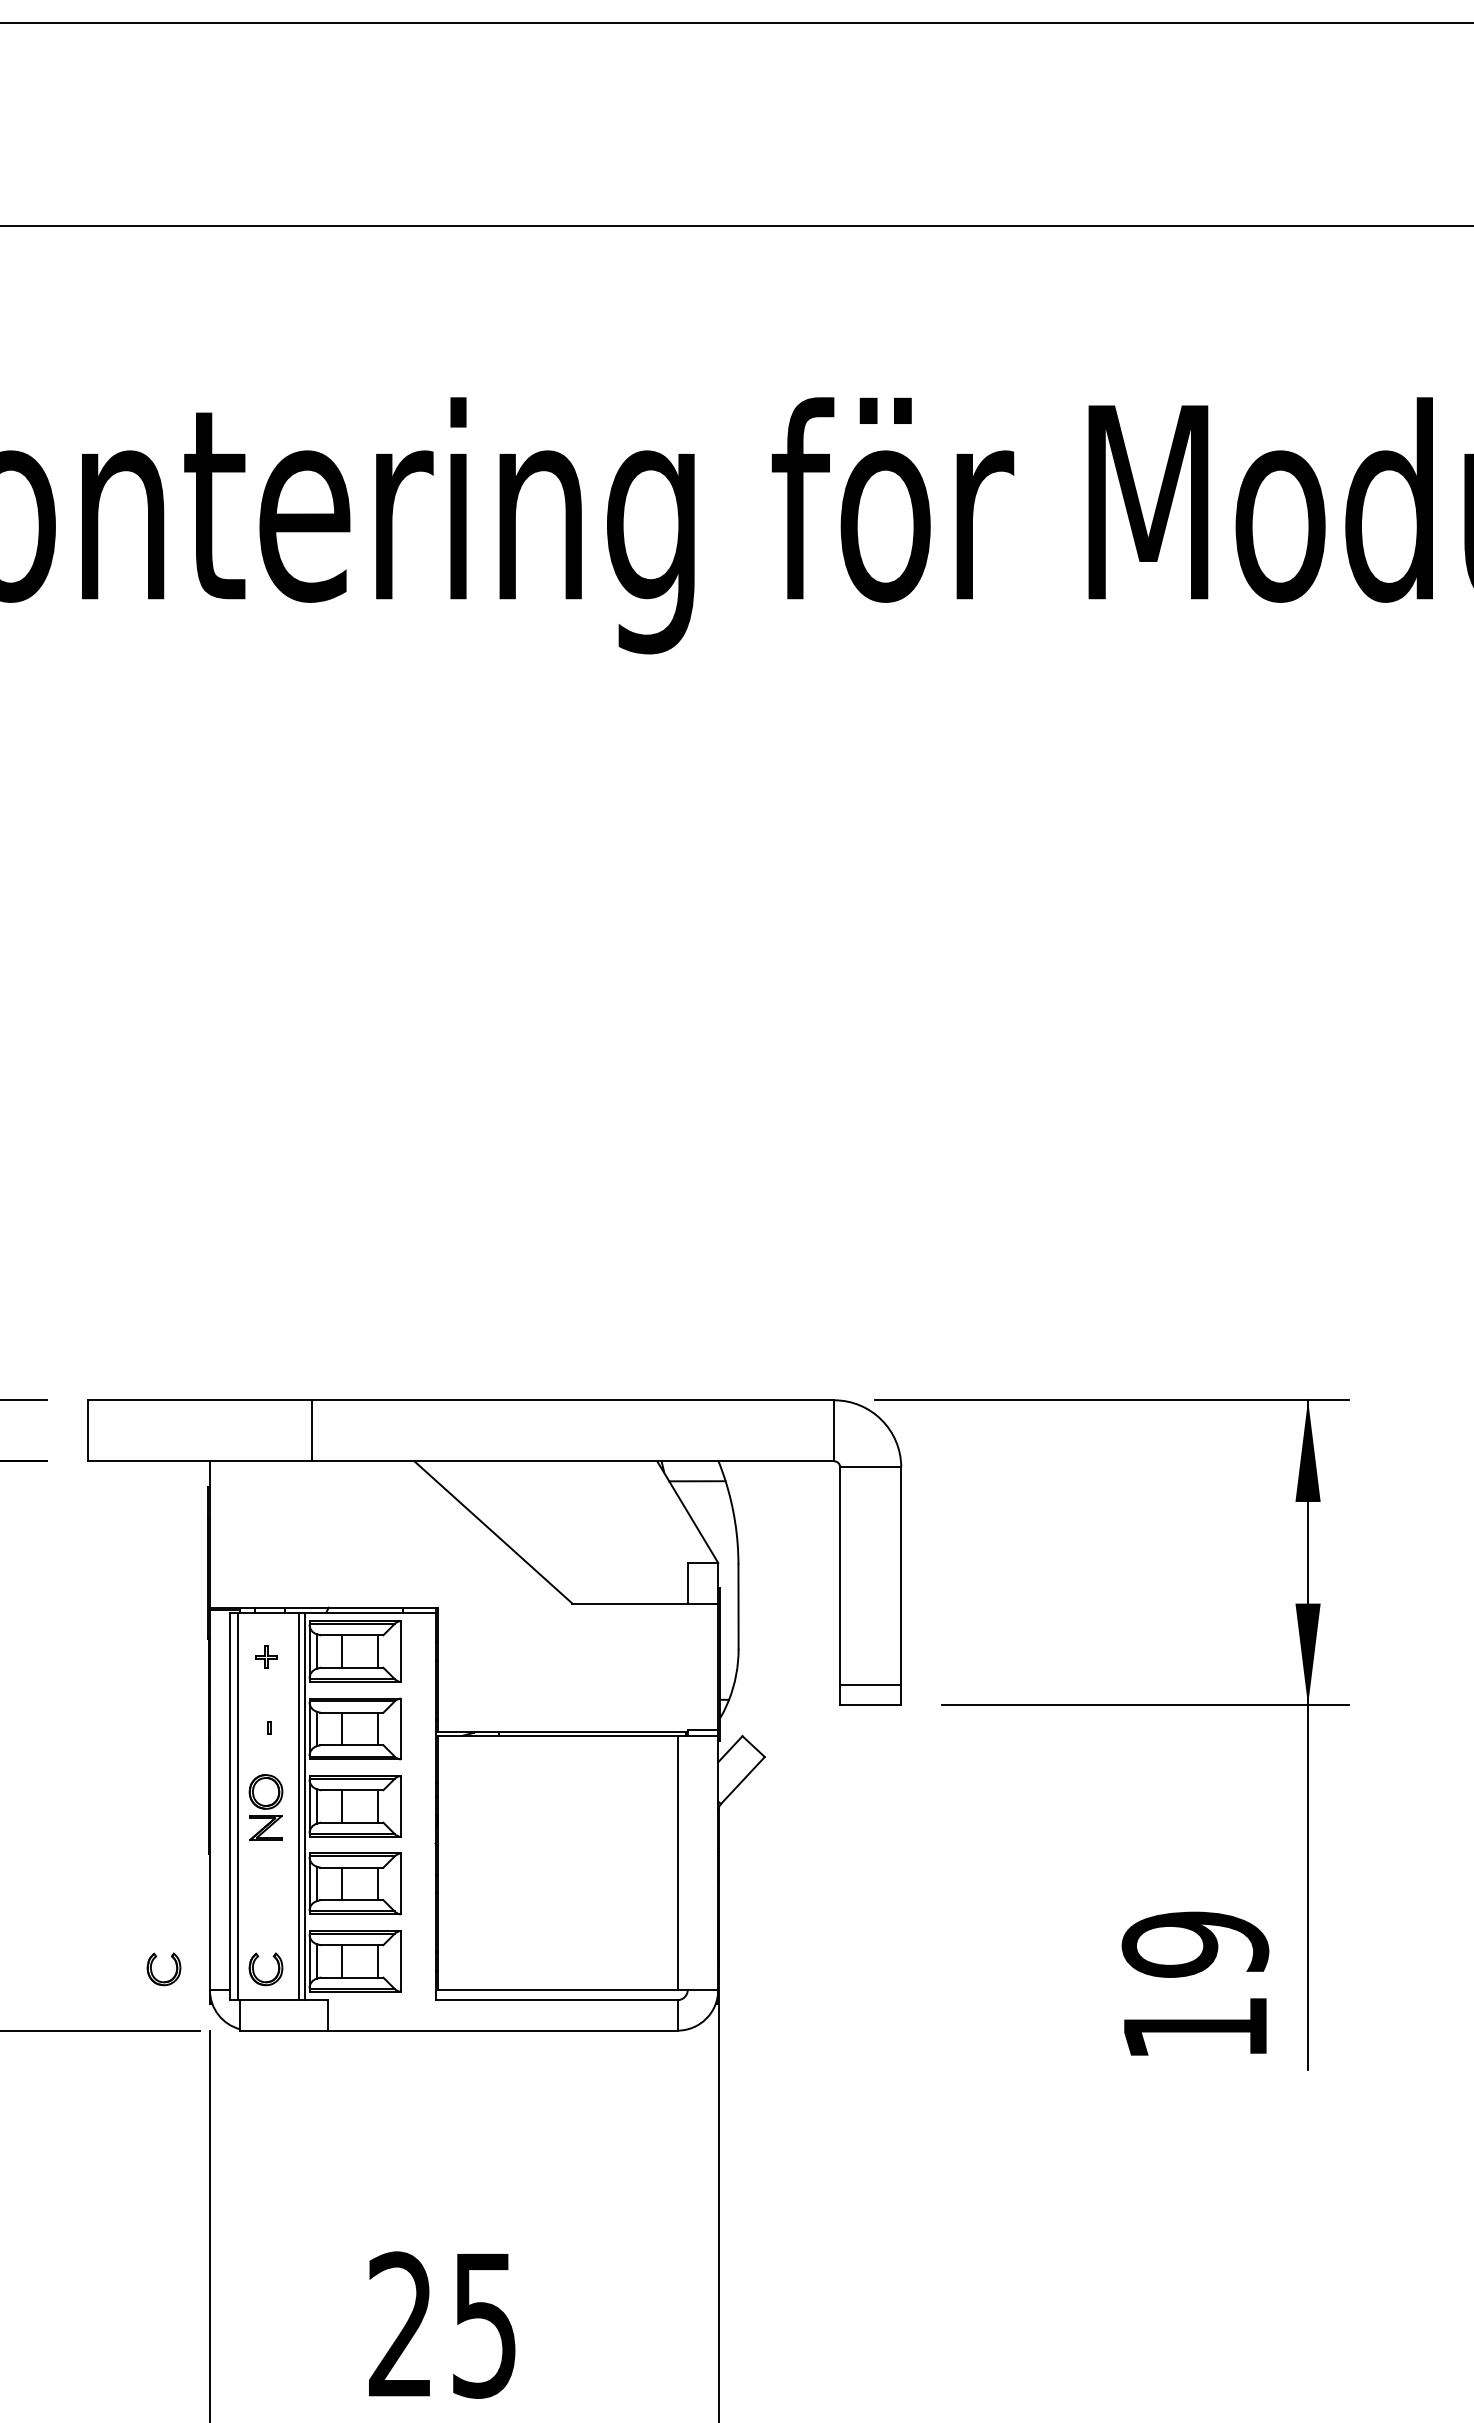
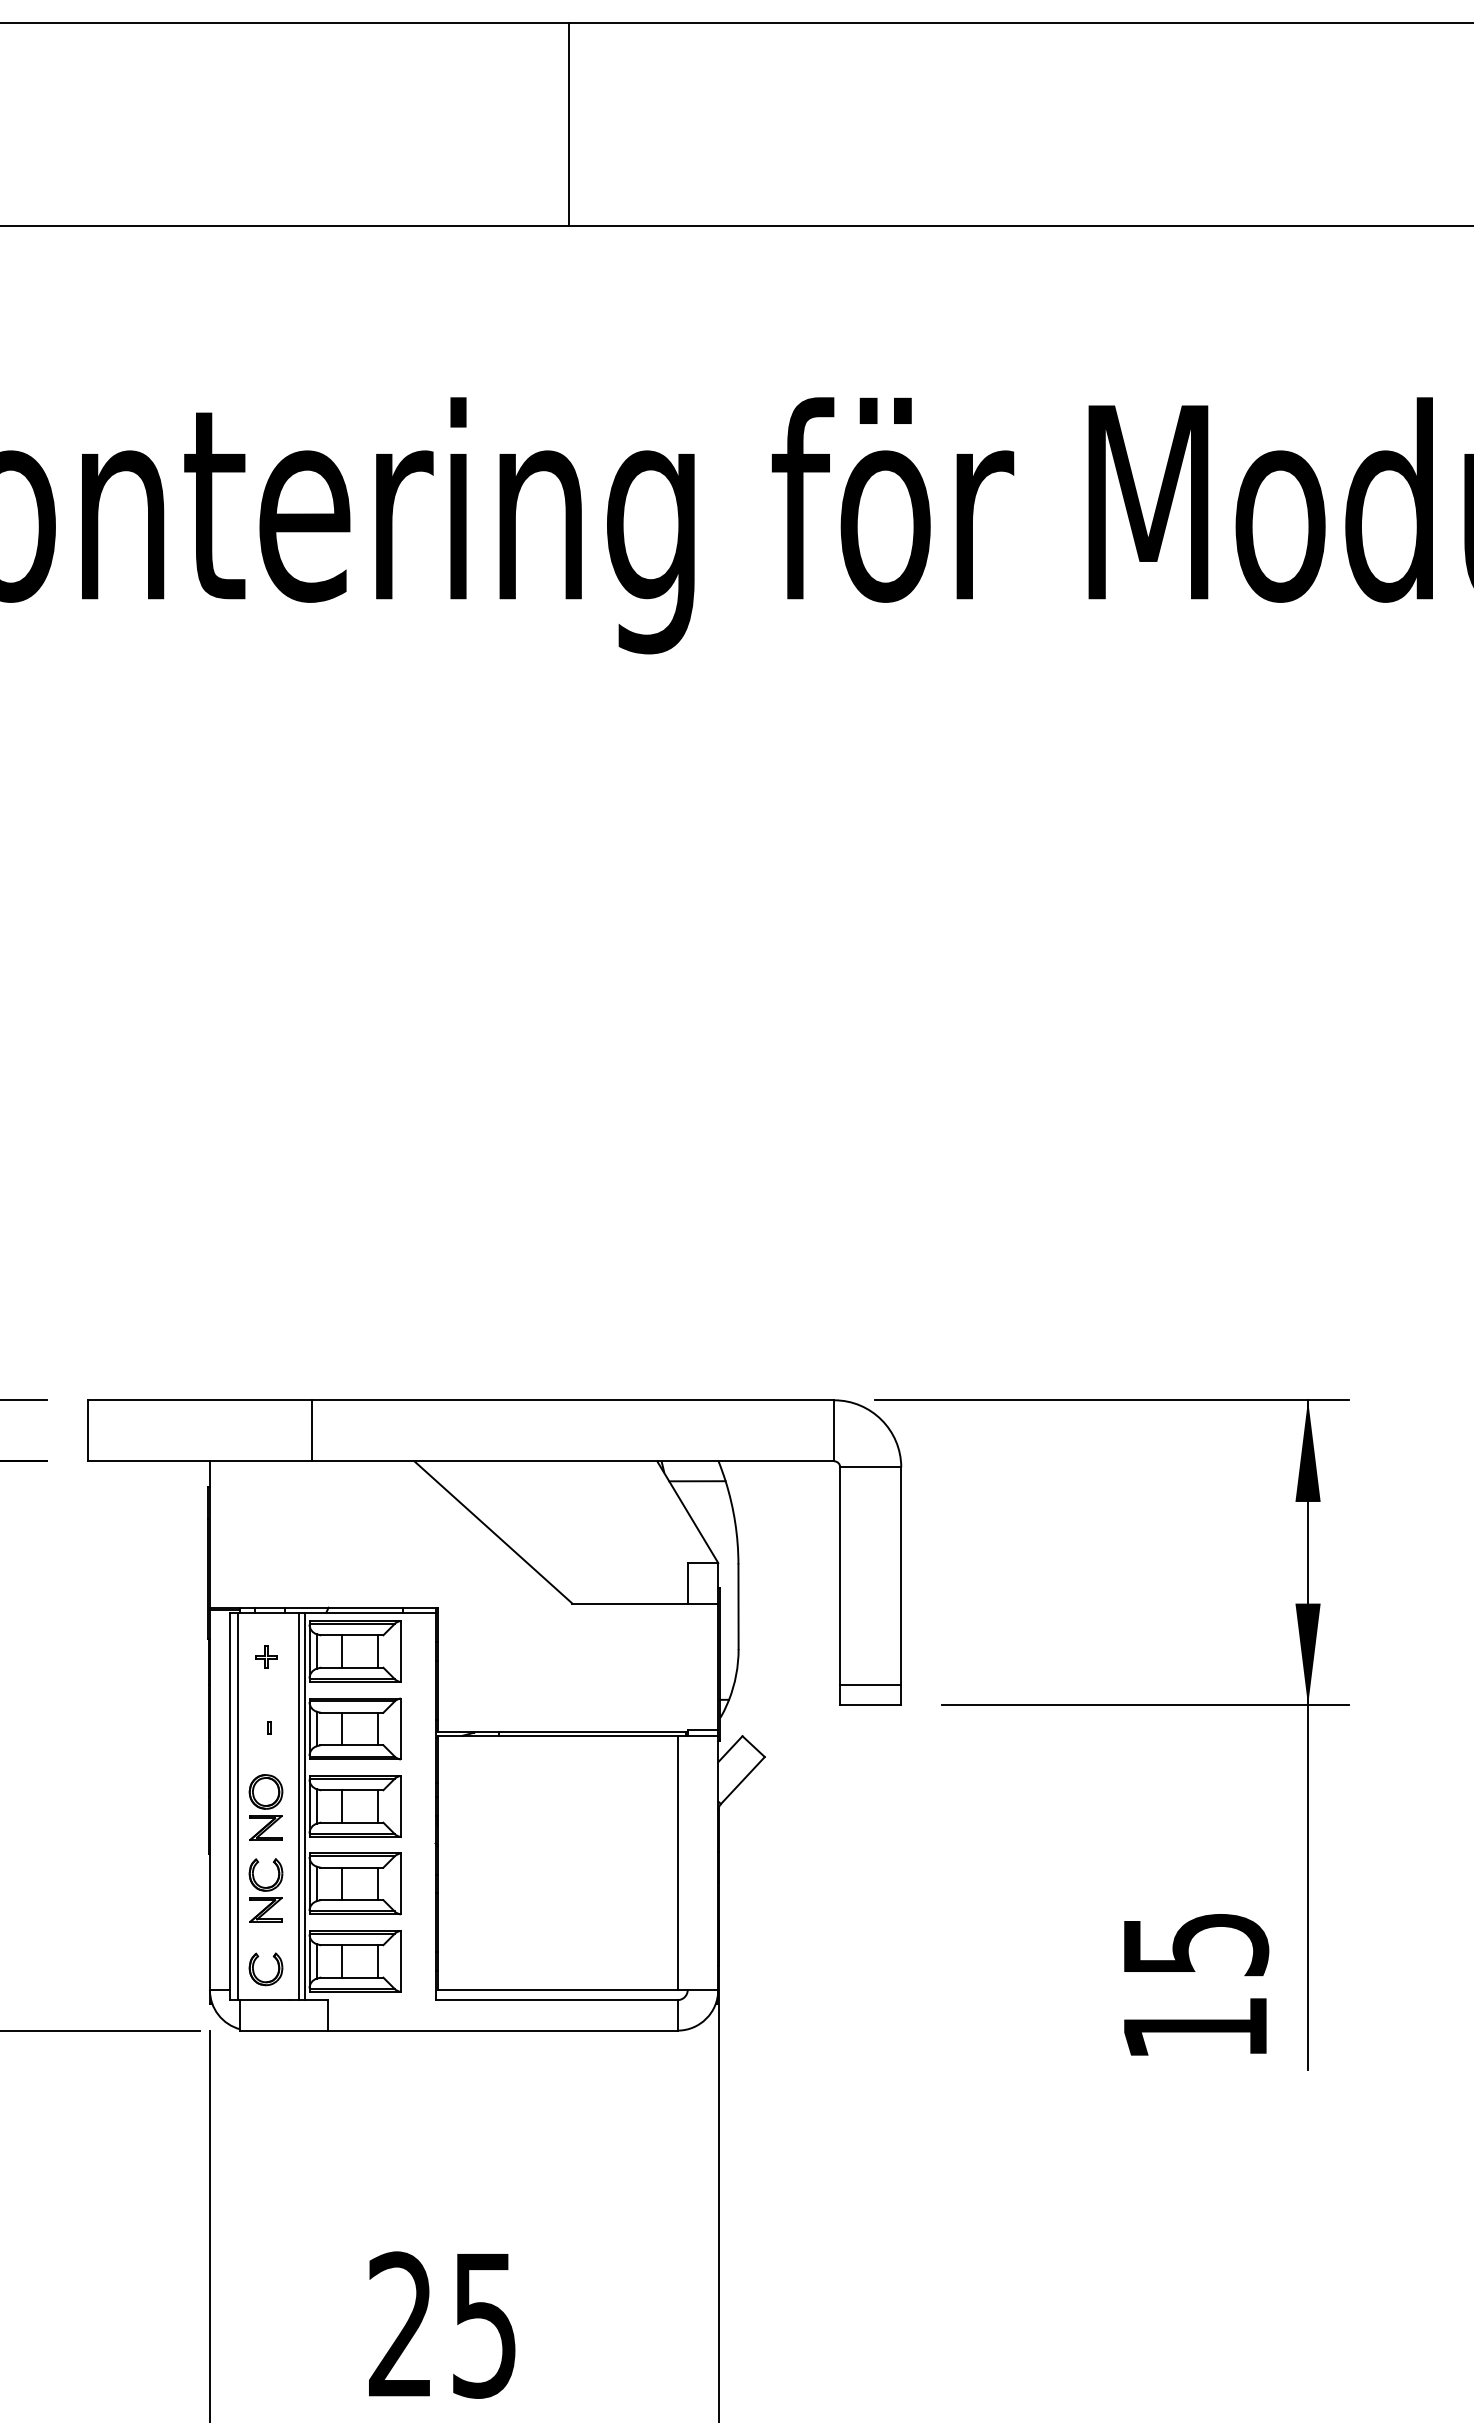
line at (569, 124): none -> present
part at (265, 1890): none -> present
text at (1195, 1944): 19 -> 15
part at (152, 1970): present -> none
